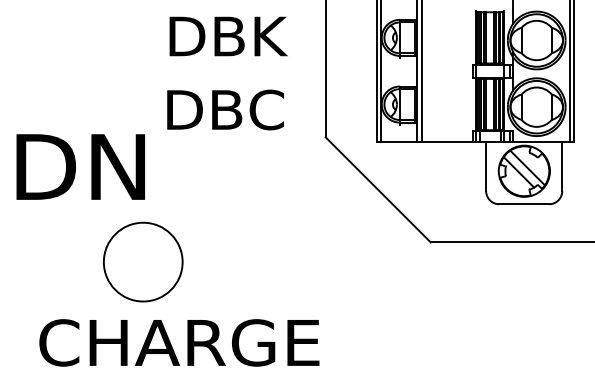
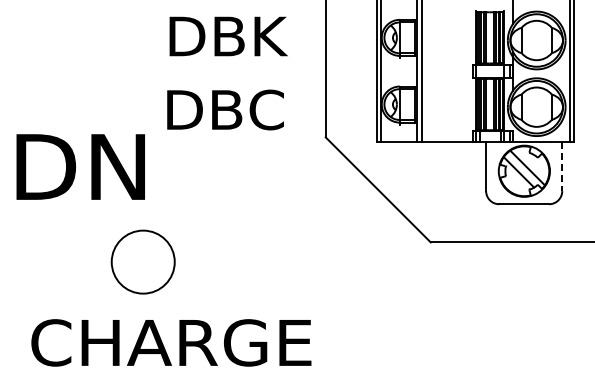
line at (562, 166): solid -> dashed
circle at (142, 261) diameter: 79 px -> 63 px
text at (179, 342) position: (179, 342) -> (171, 342)
